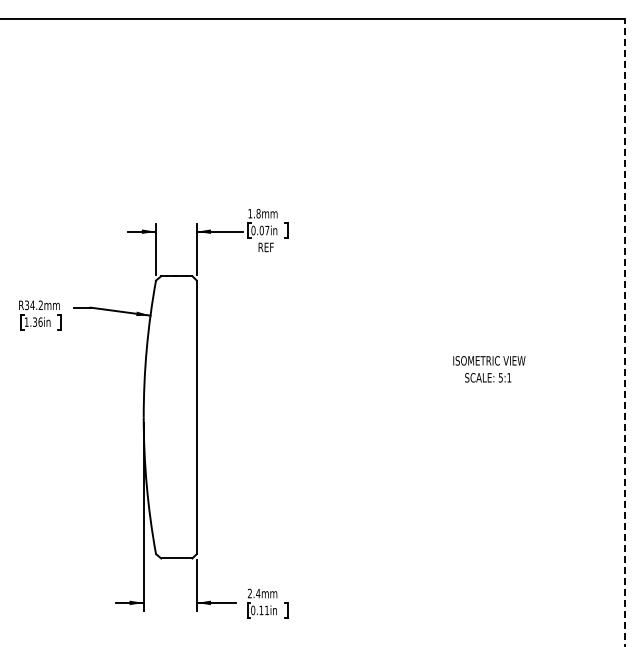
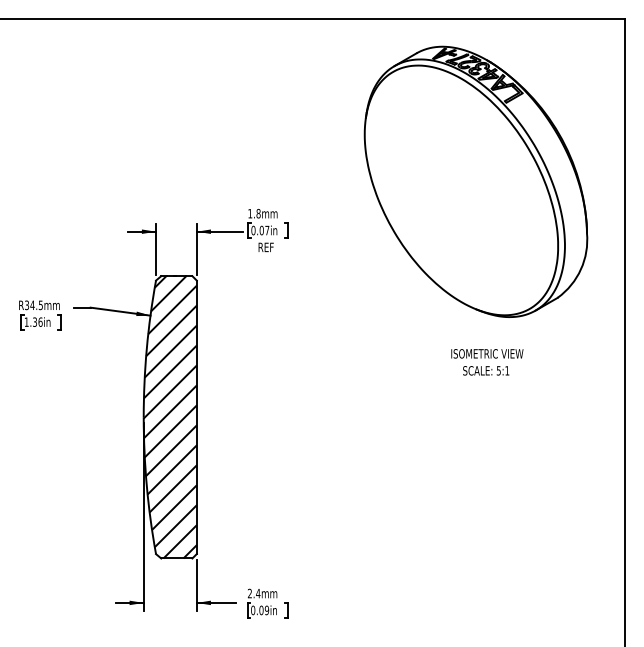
part at (475, 181): none -> present
text at (40, 305): R34.2mm -> R34.5mm
line at (624, 333): dashed -> solid
text at (489, 369) position: (489, 369) -> (487, 362)
hatch at (169, 417): none -> present
text at (264, 610): 0.11in -> 0.09in
